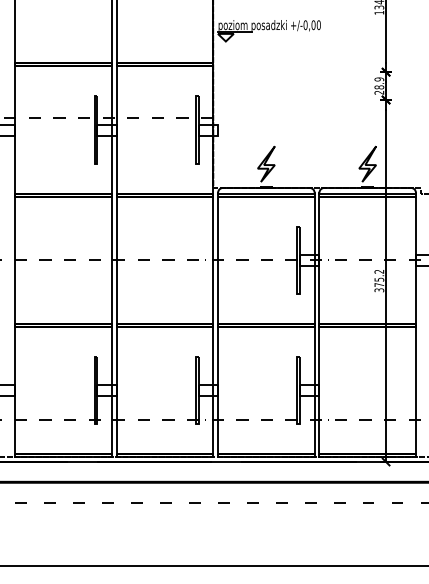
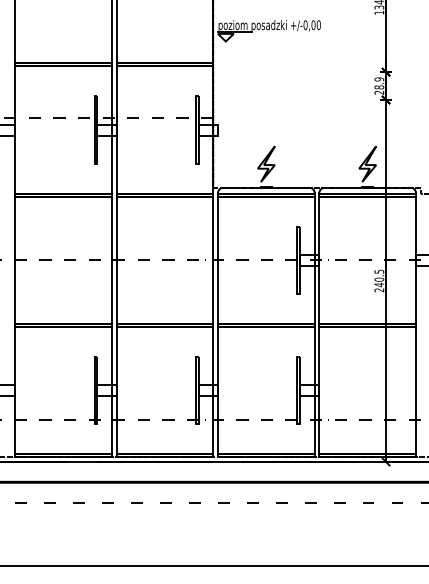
text at (379, 280): 375.2 -> 240.5
